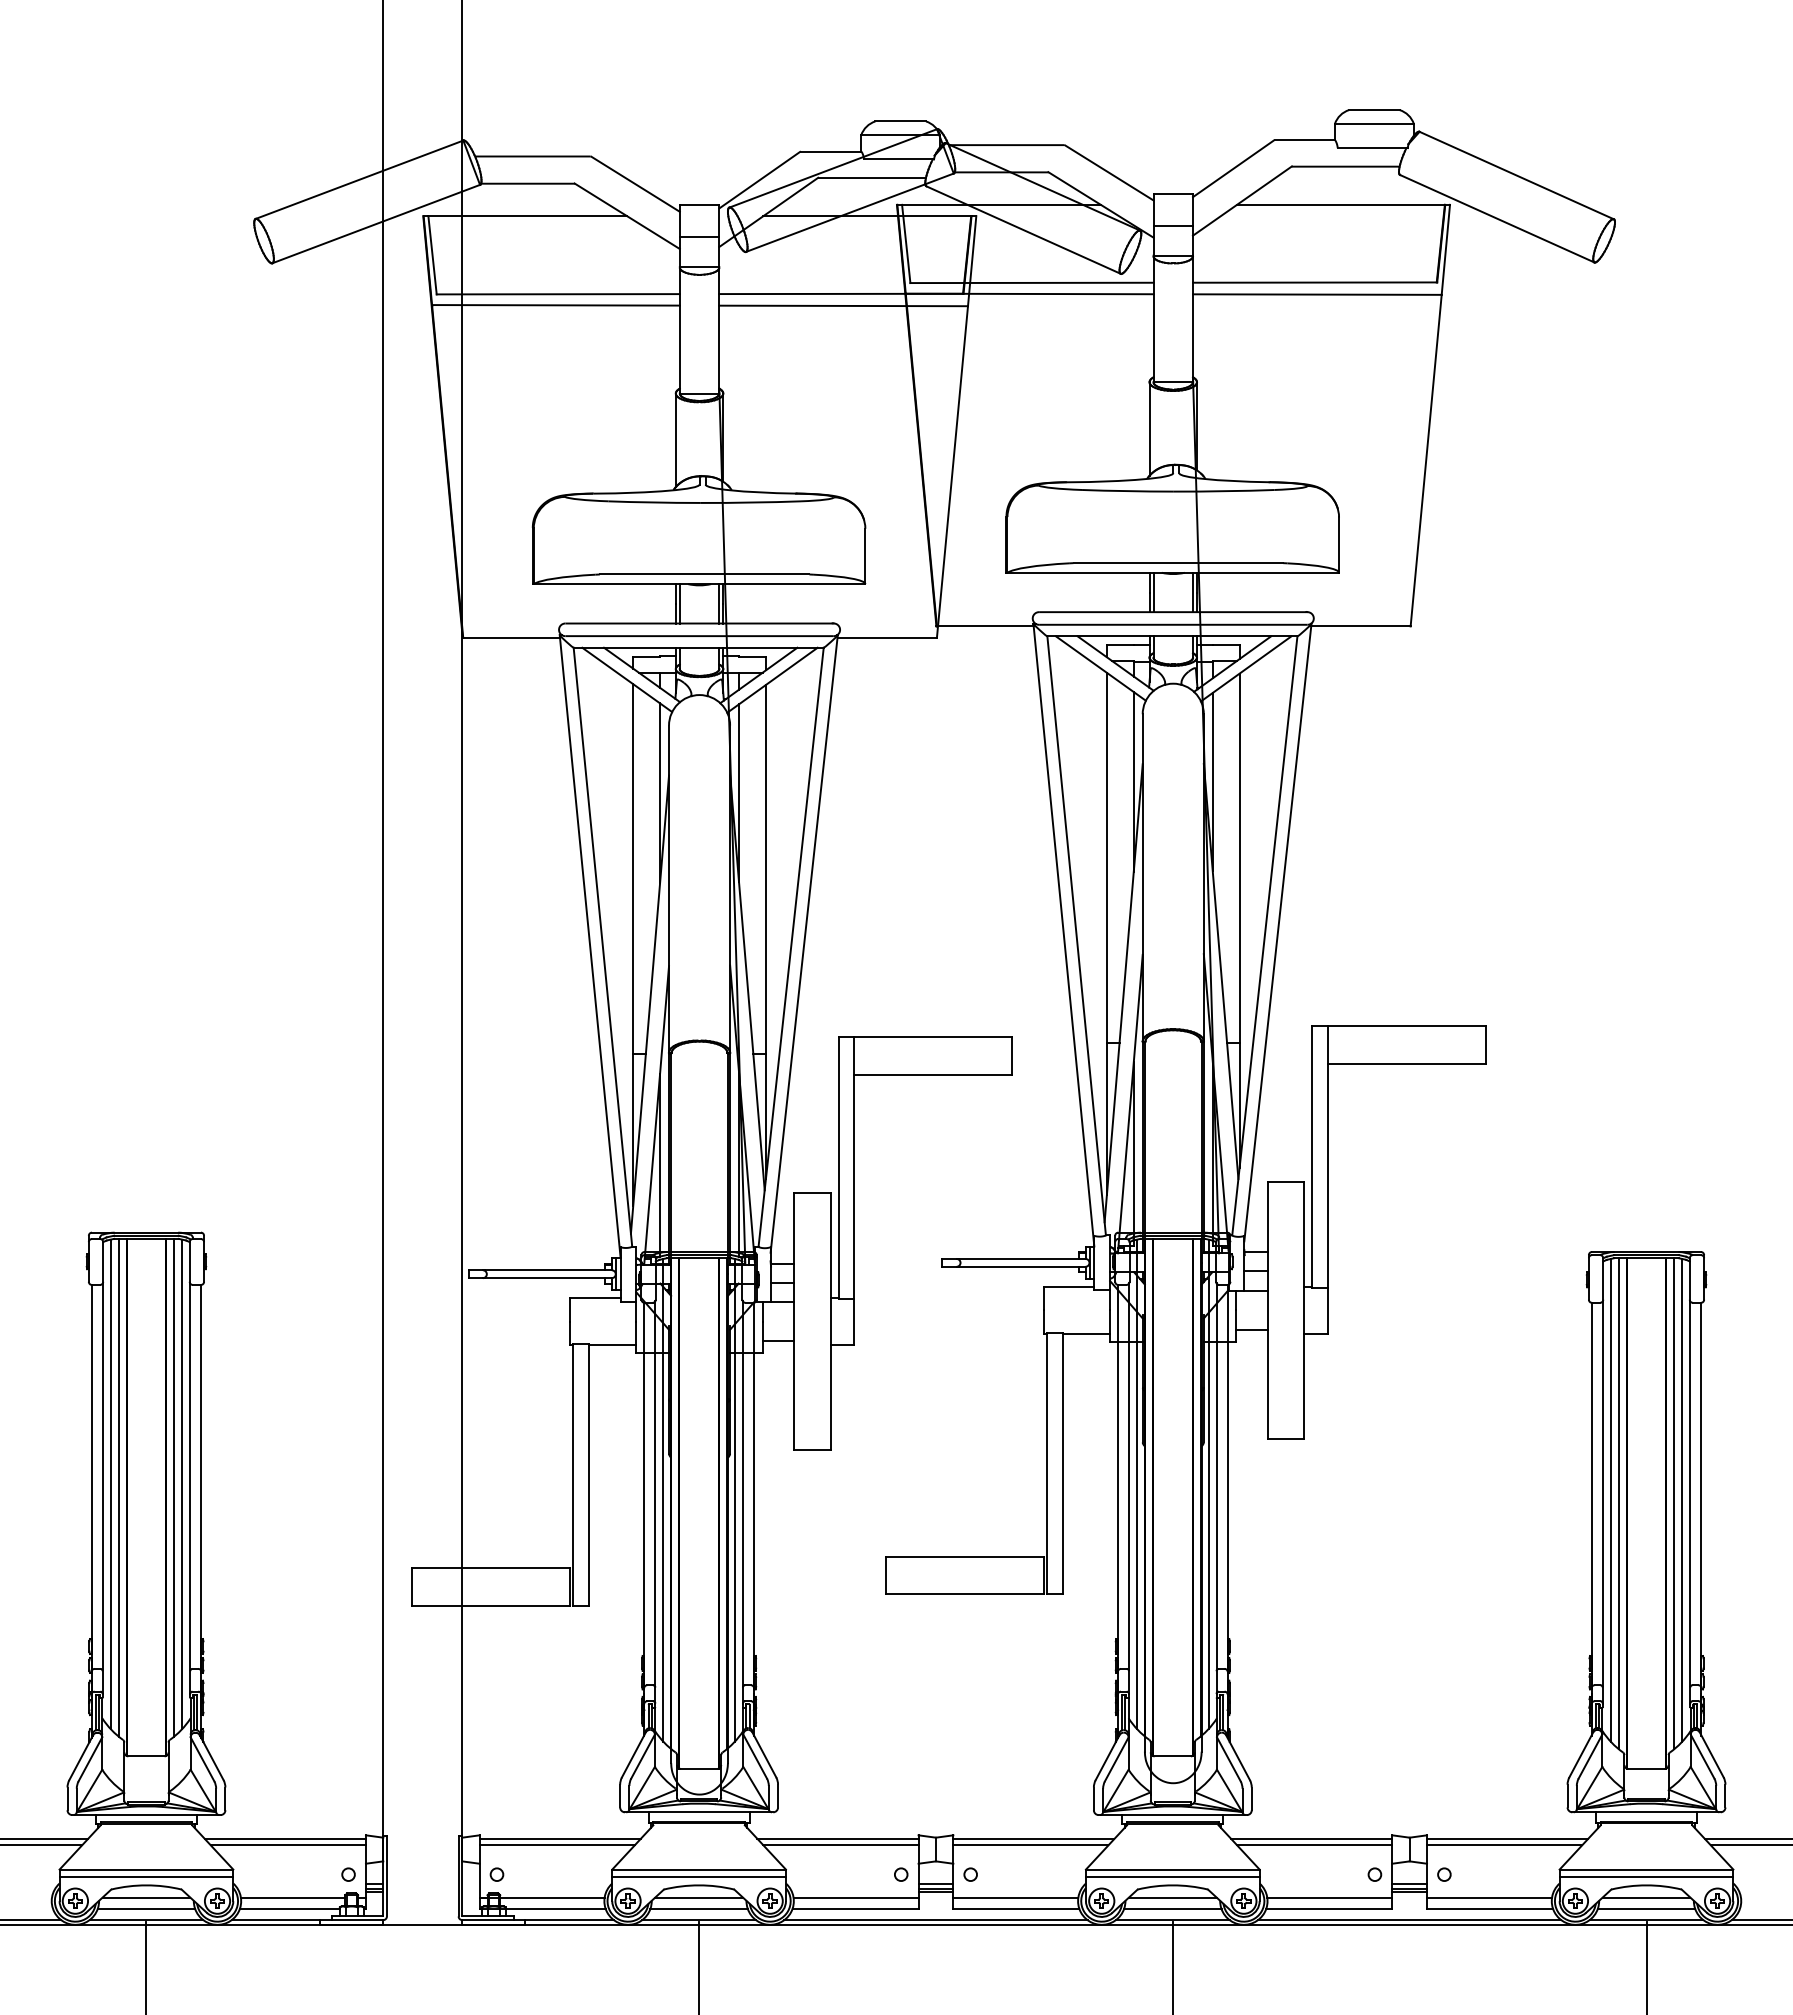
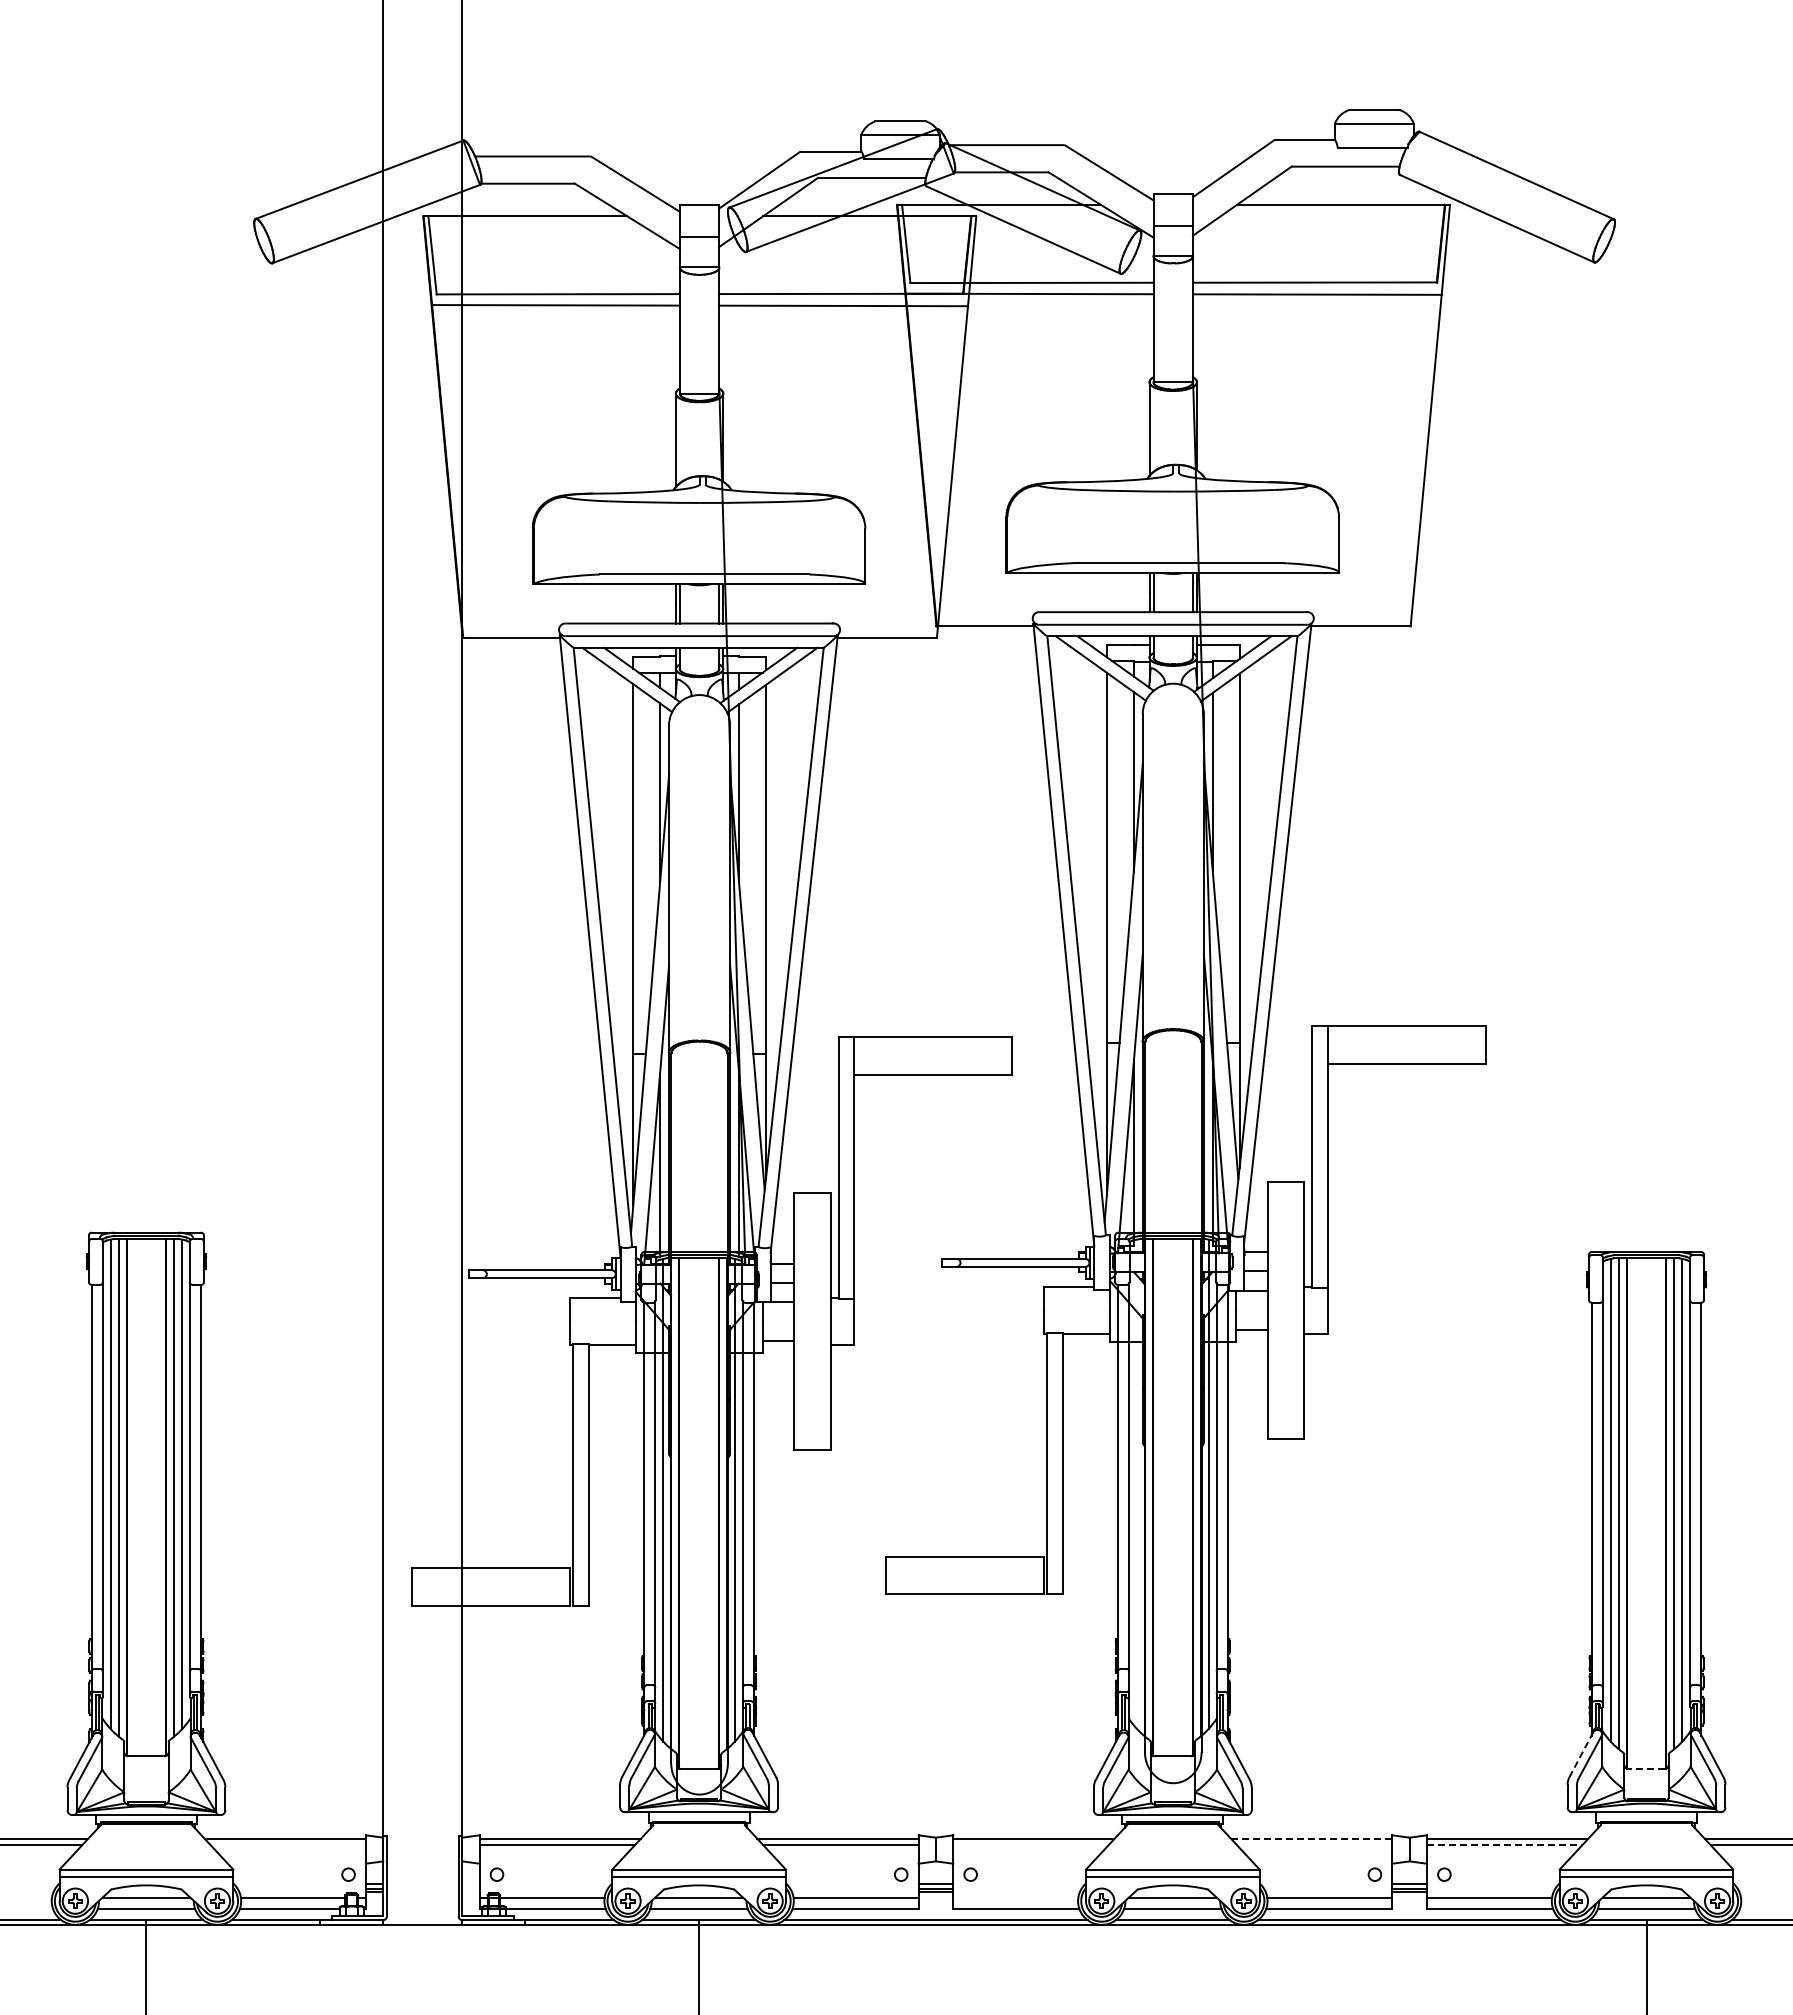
line at (1137, 1484): present -> none
line at (1581, 1754): solid -> dashed
line at (1646, 1768): solid -> dashed
line at (1311, 1838): solid -> dashed
line at (287, 1845): present -> none
line at (1030, 1845): present -> none
line at (1314, 1845): present -> none
line at (1504, 1845): solid -> dashed
line at (1015, 1897): present -> none
line at (1172, 1966): present -> none
